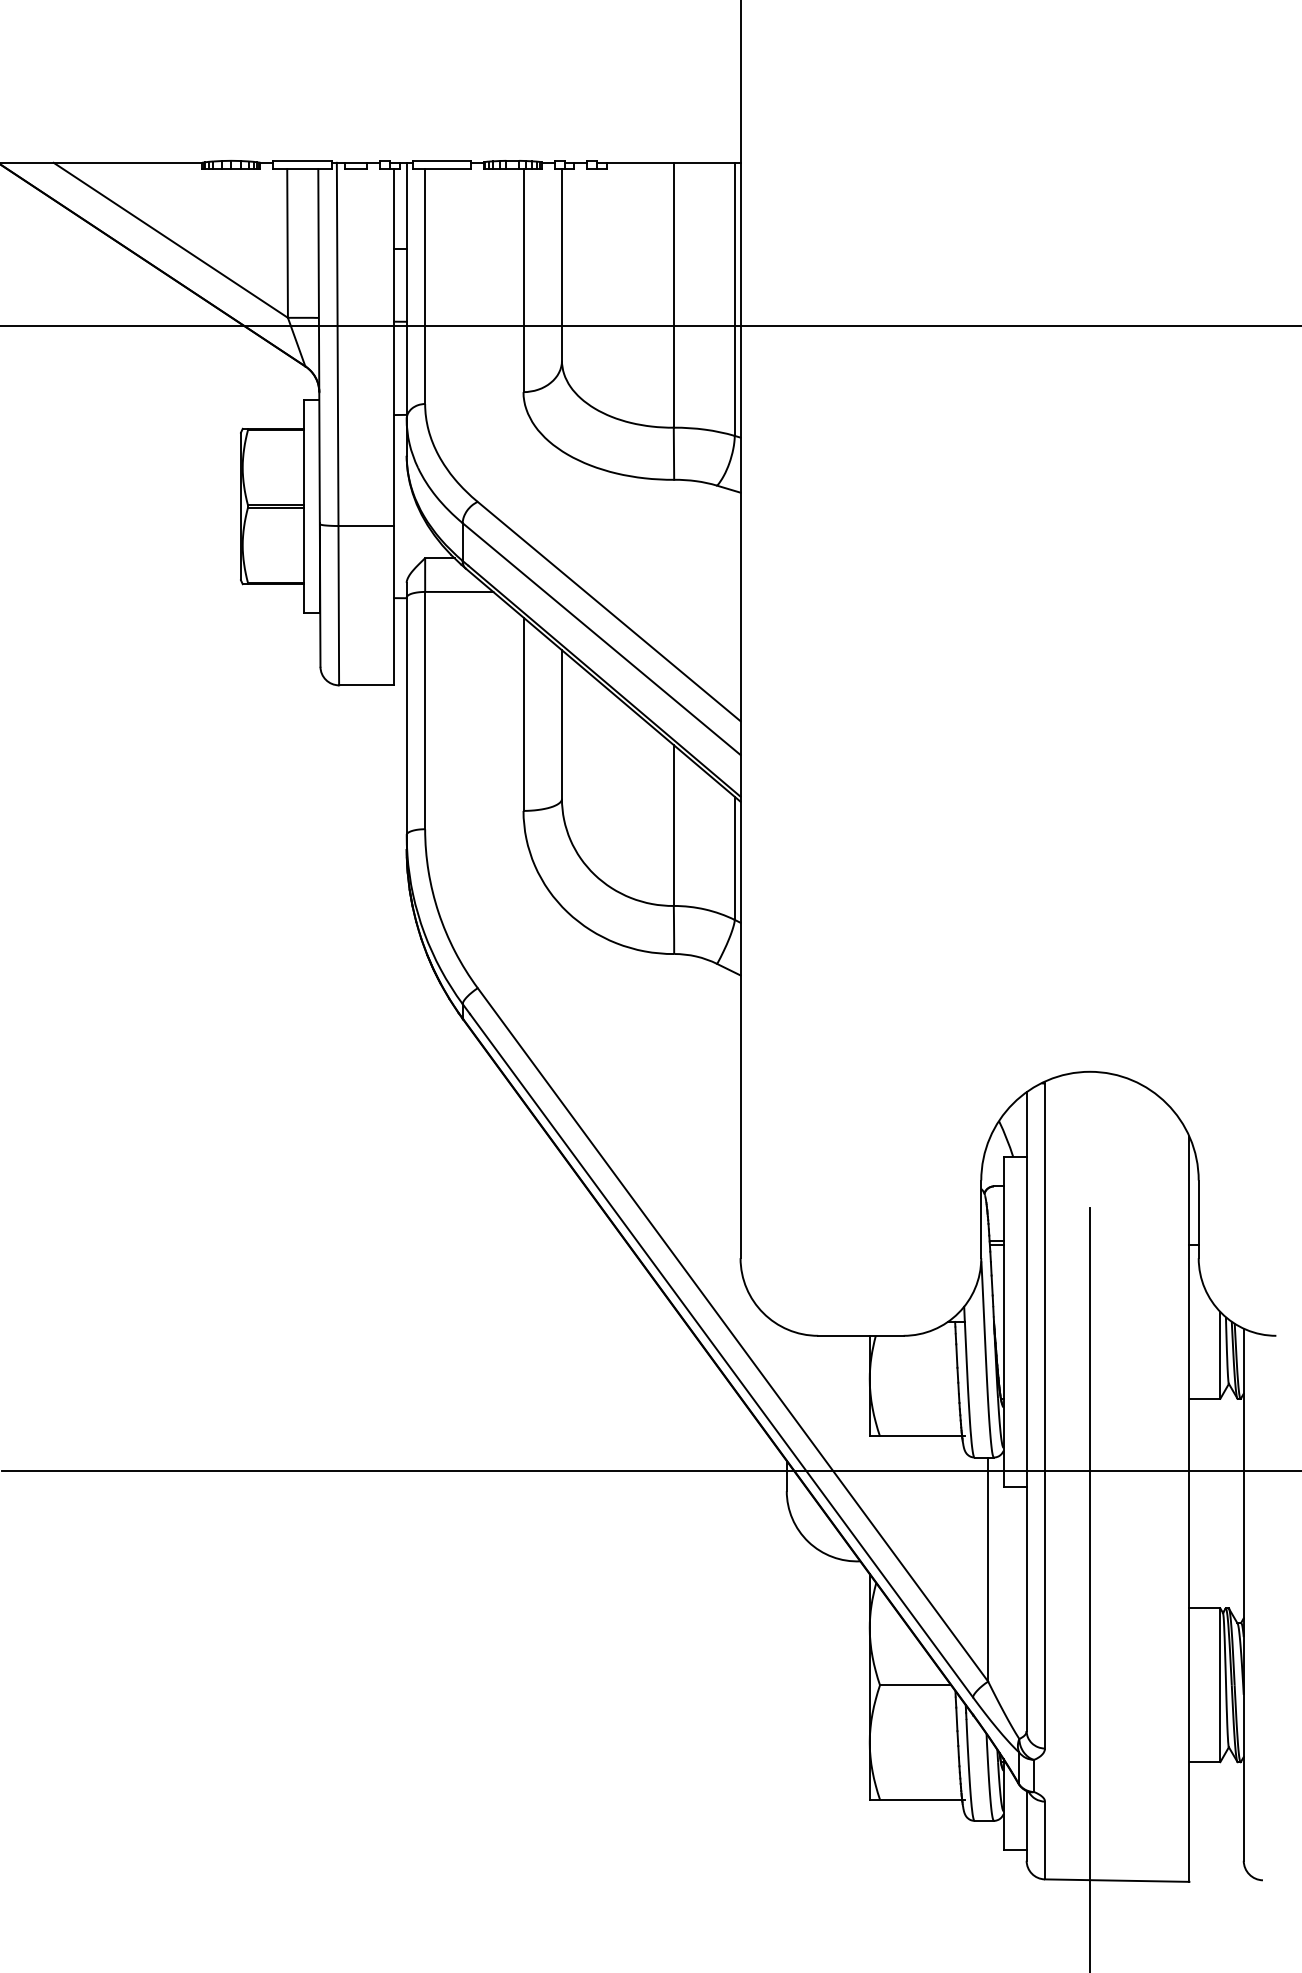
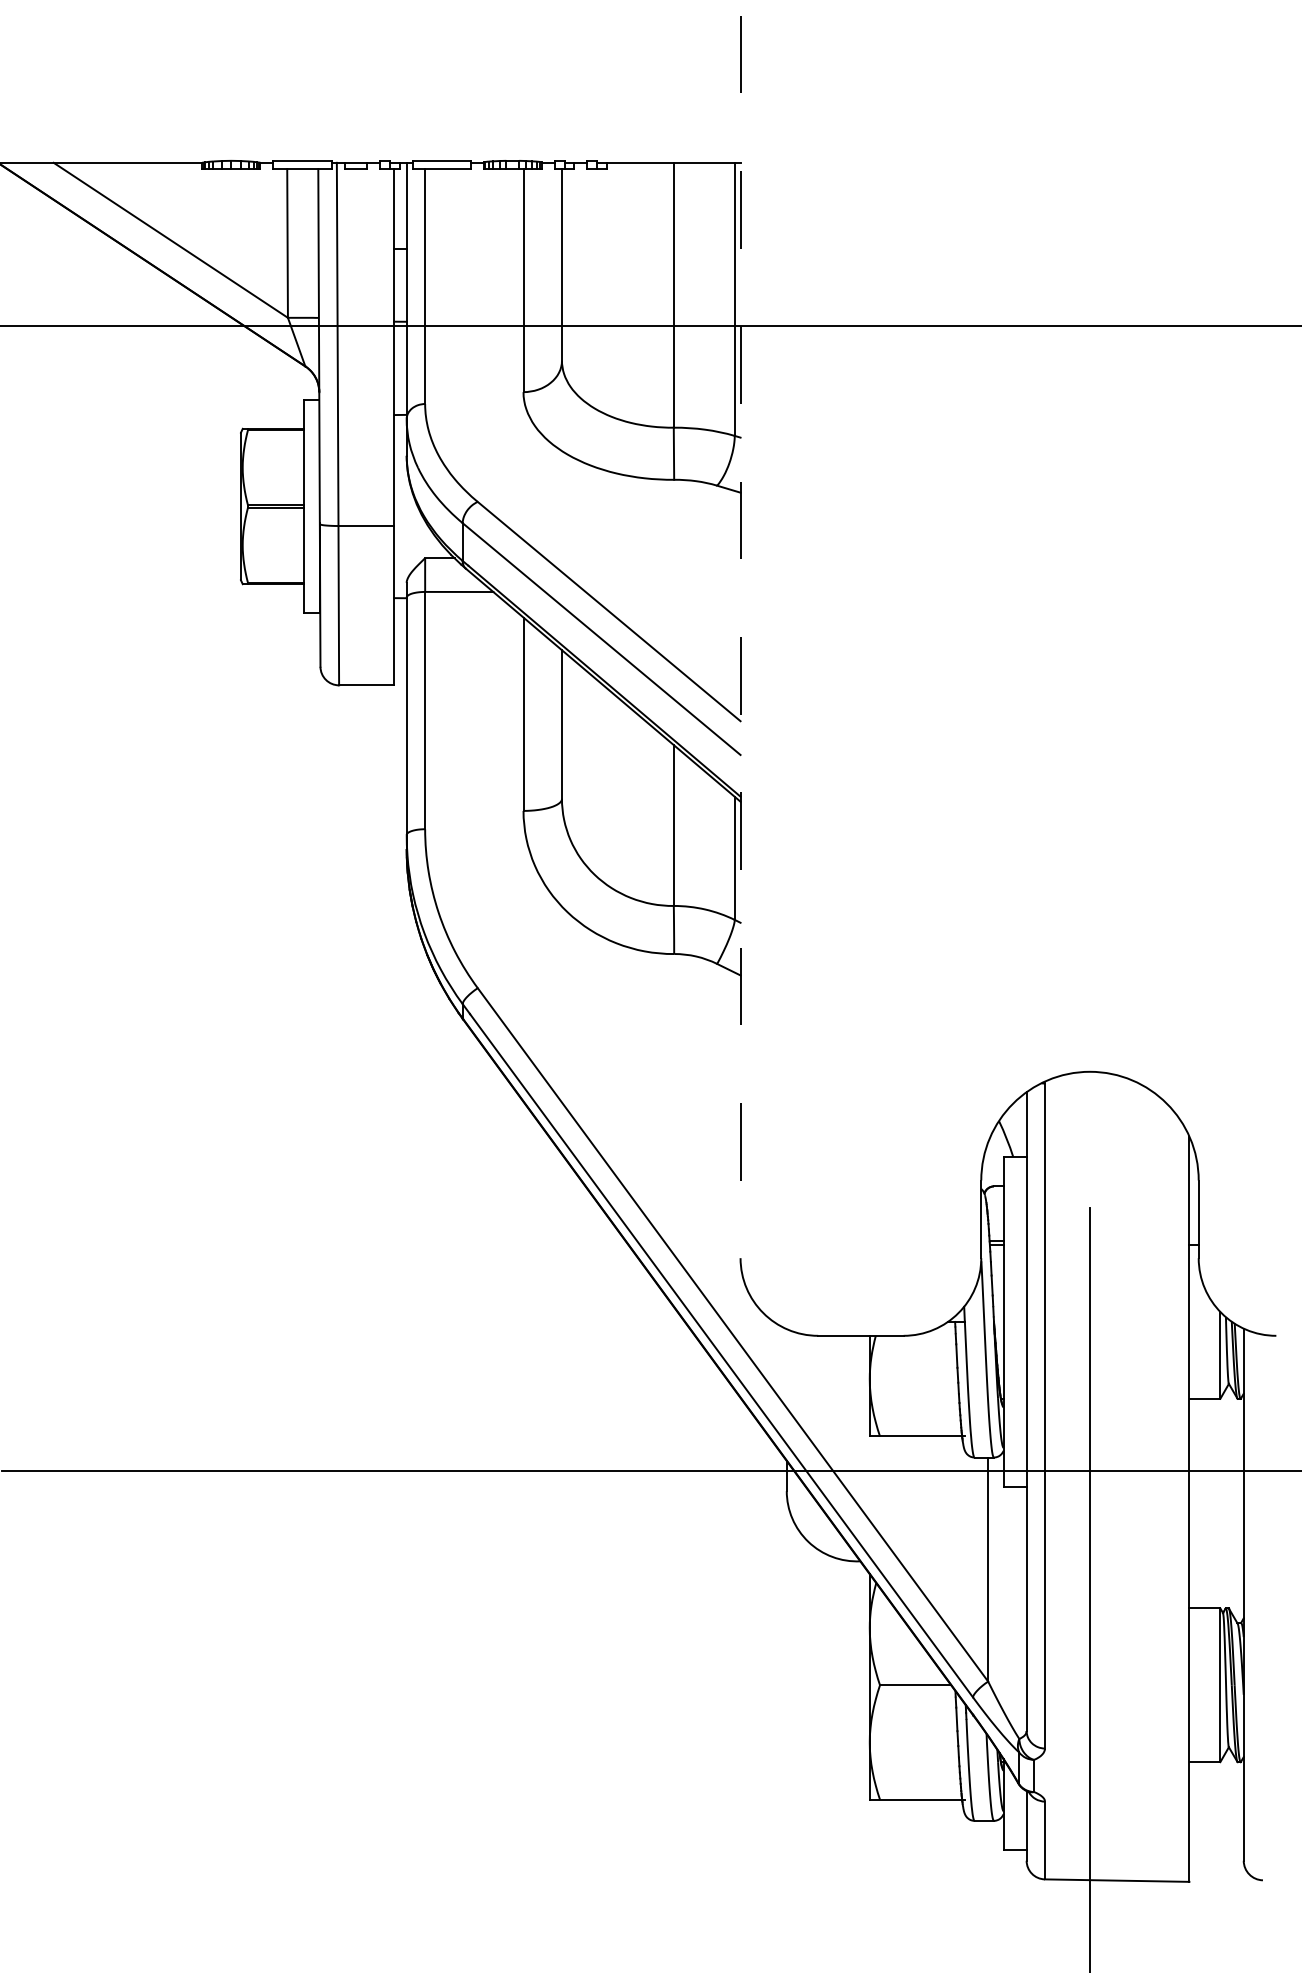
line at (740, 629): solid -> dashed
